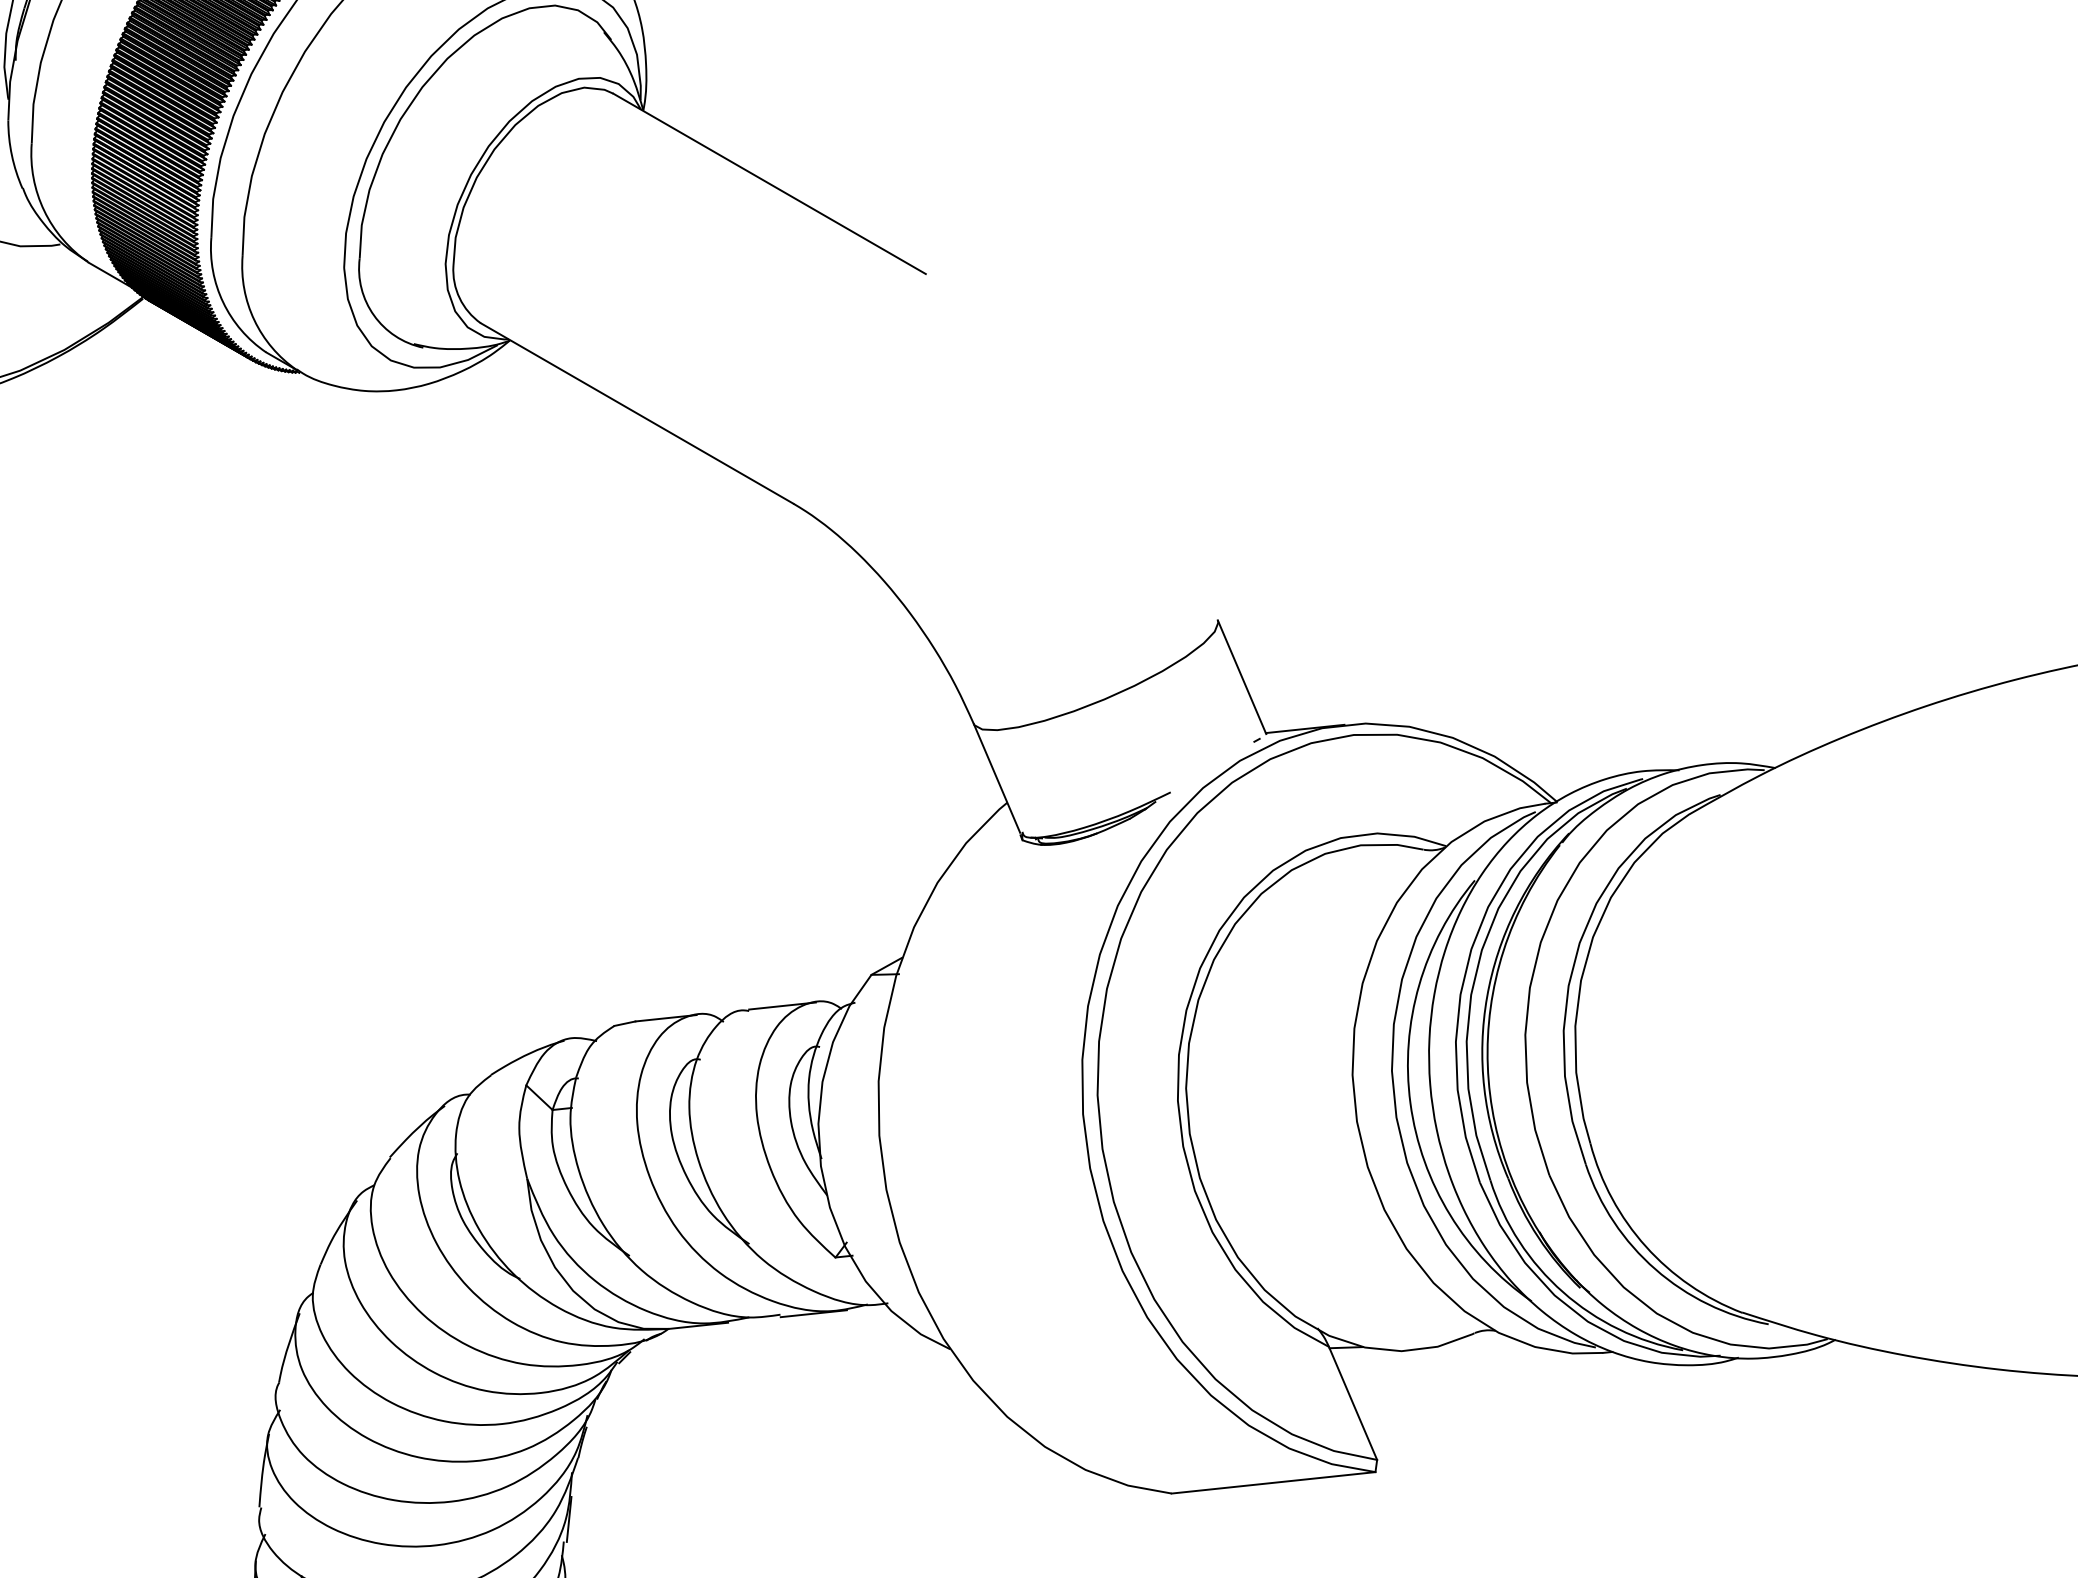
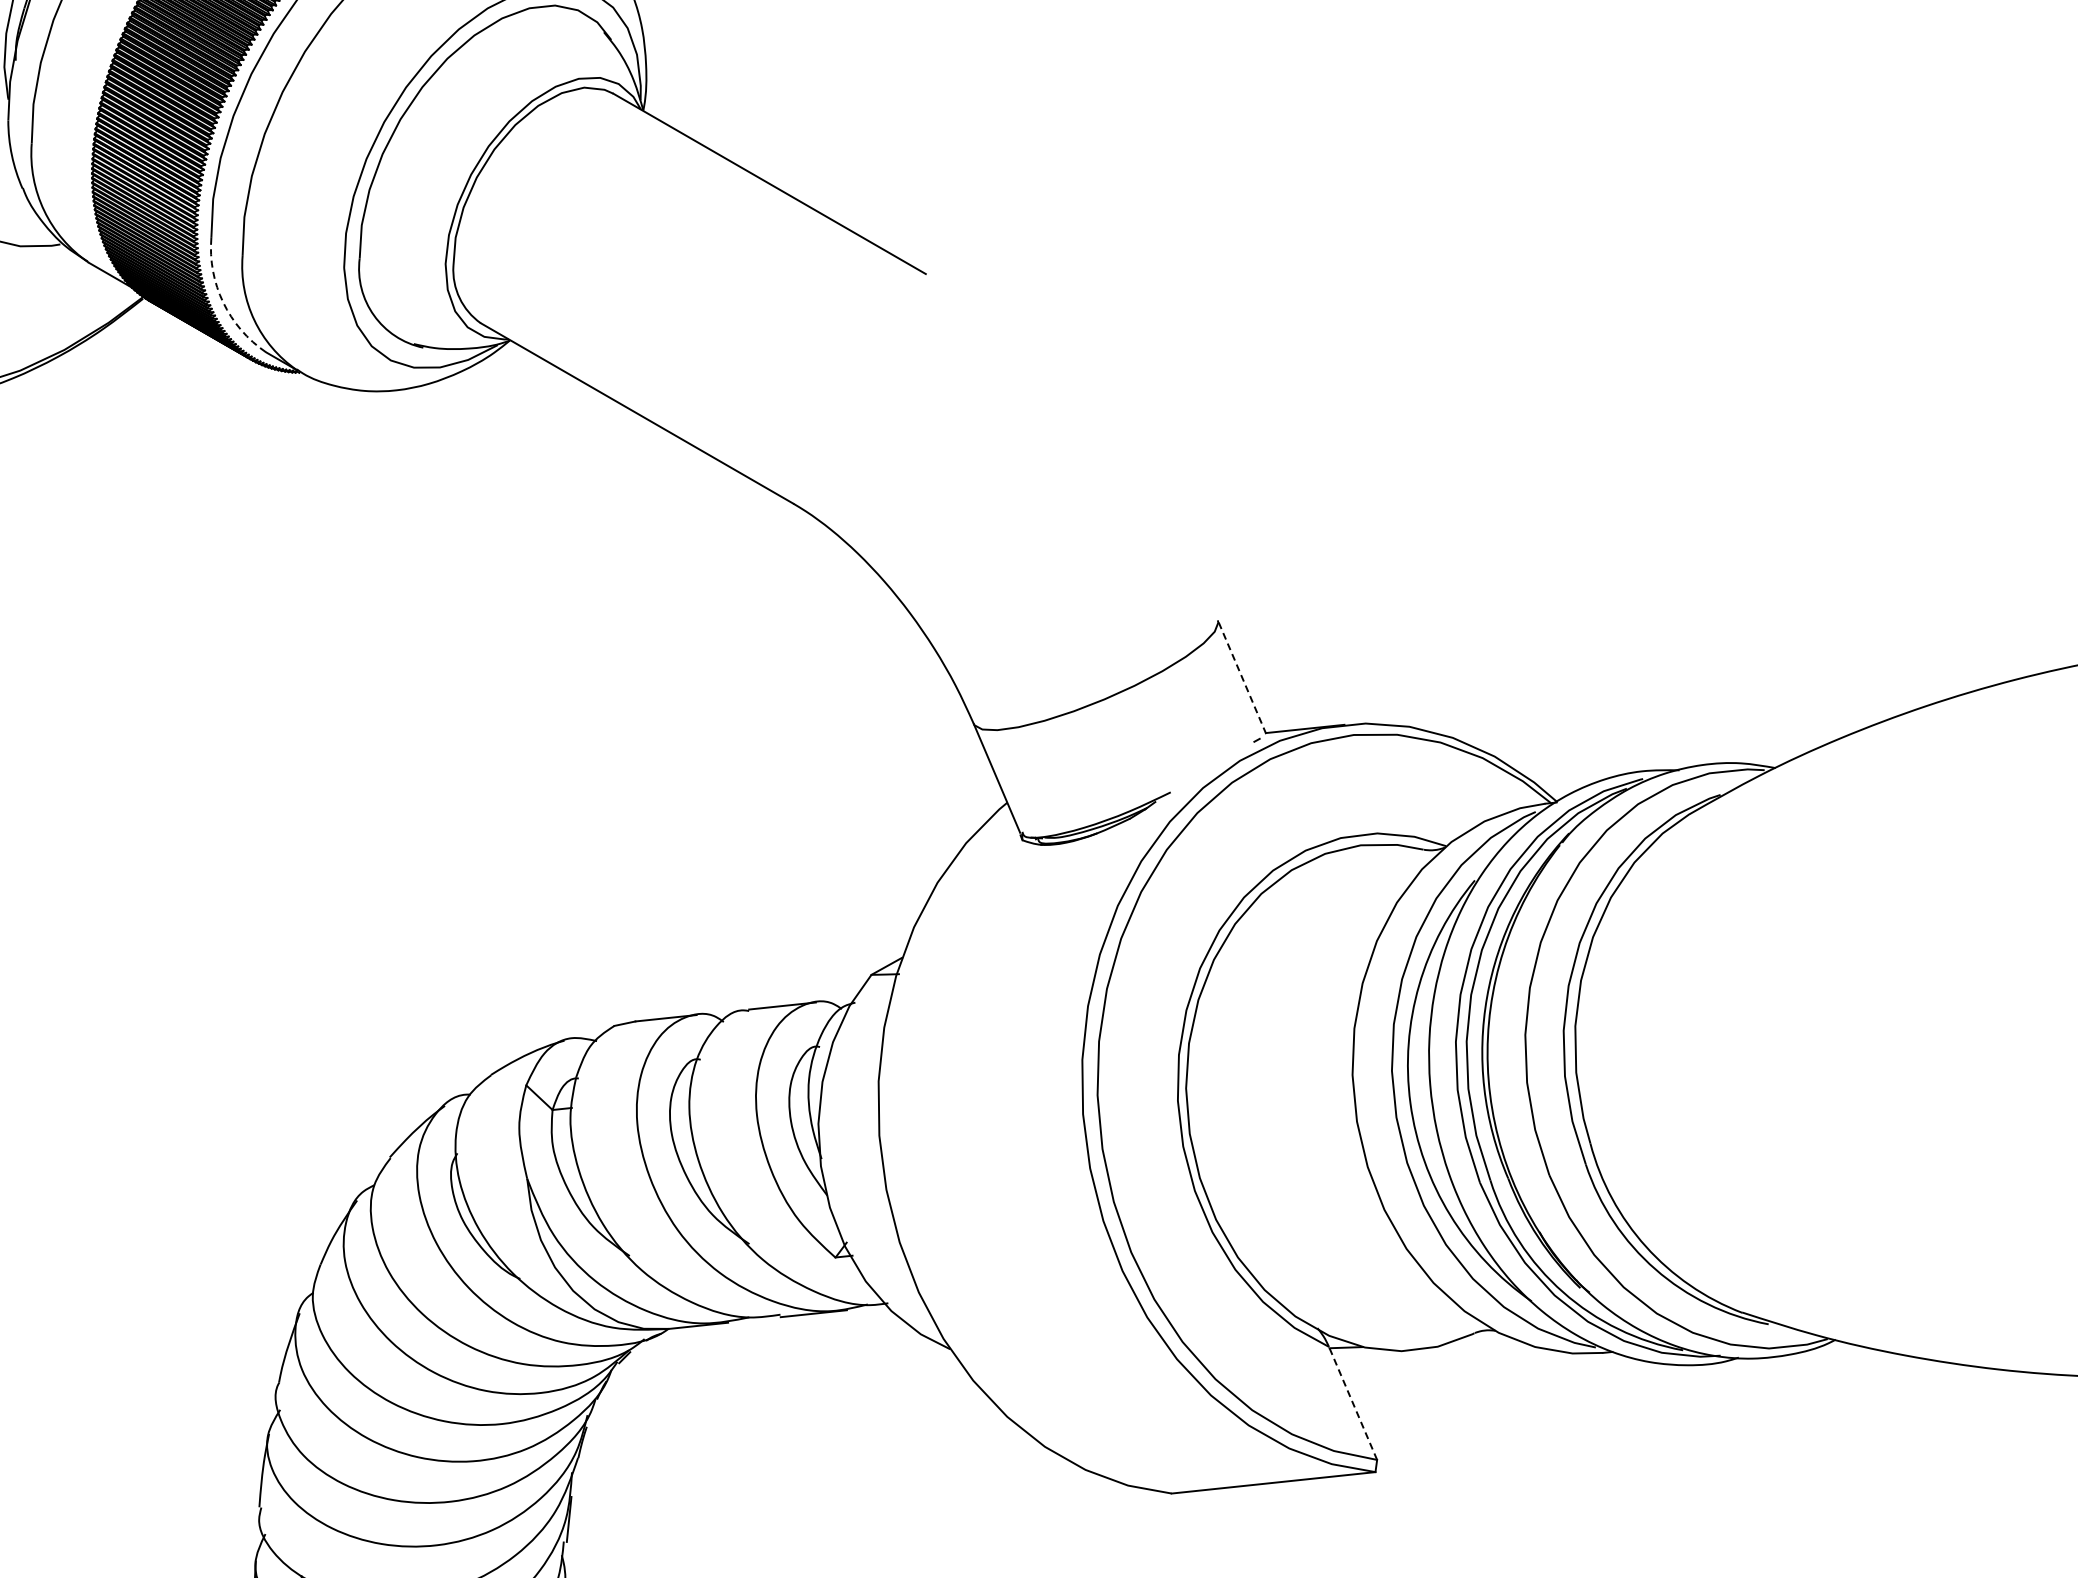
arc at (223, 302): solid -> dashed
line at (1242, 677): solid -> dashed
line at (1352, 1402): solid -> dashed
